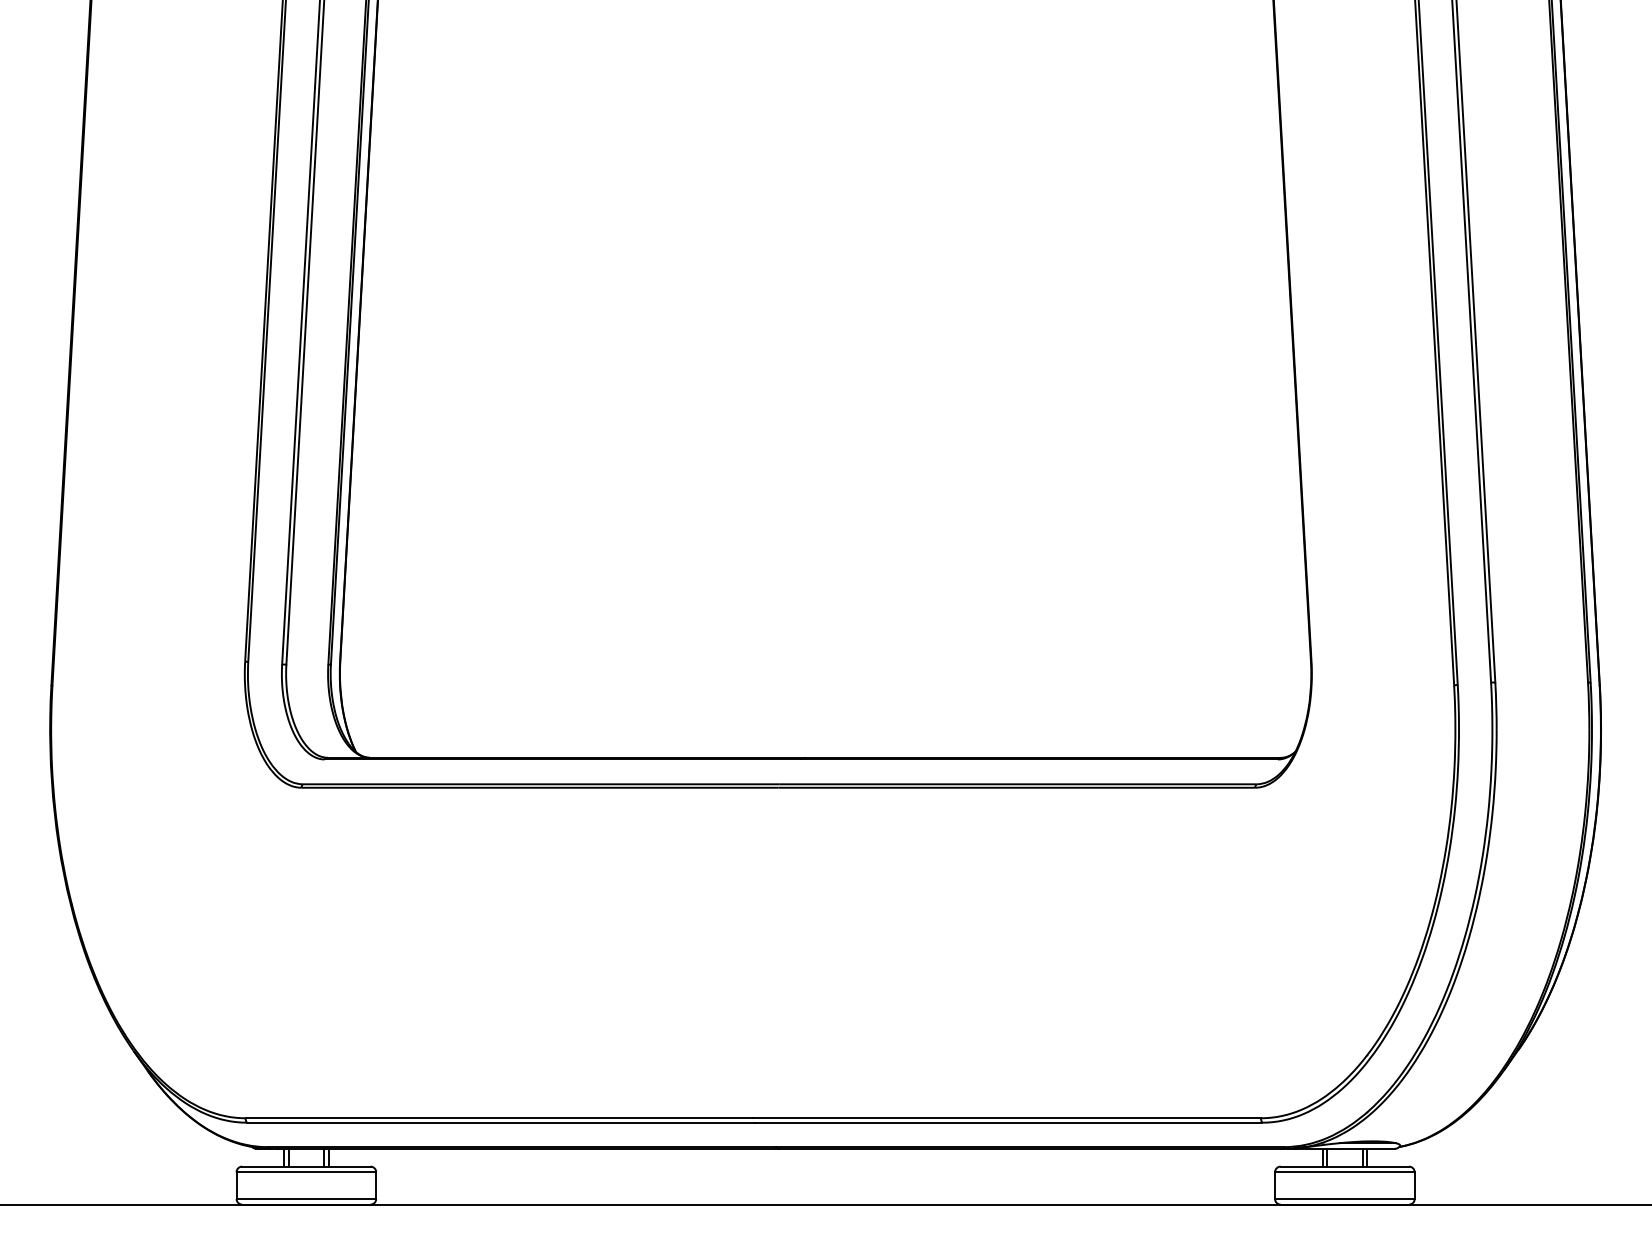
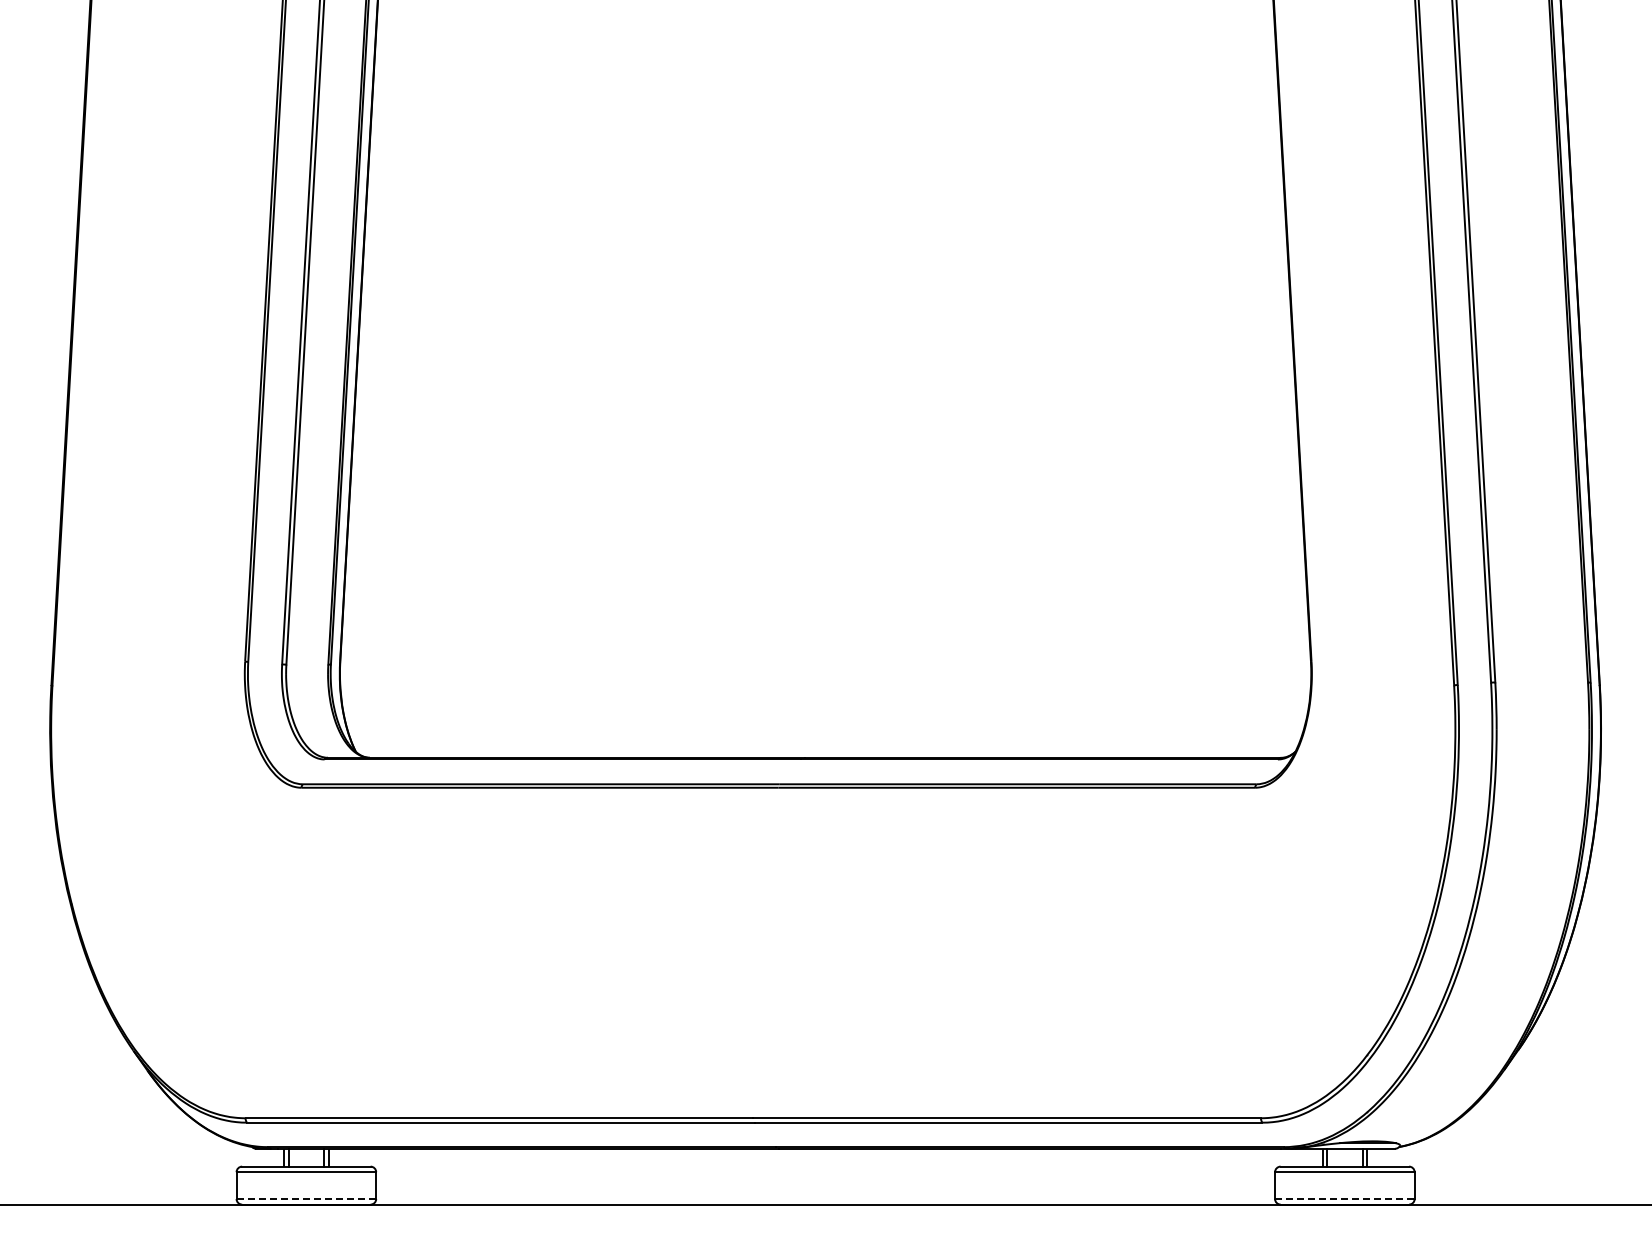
line at (306, 1199): solid -> dashed
line at (1344, 1199): solid -> dashed
